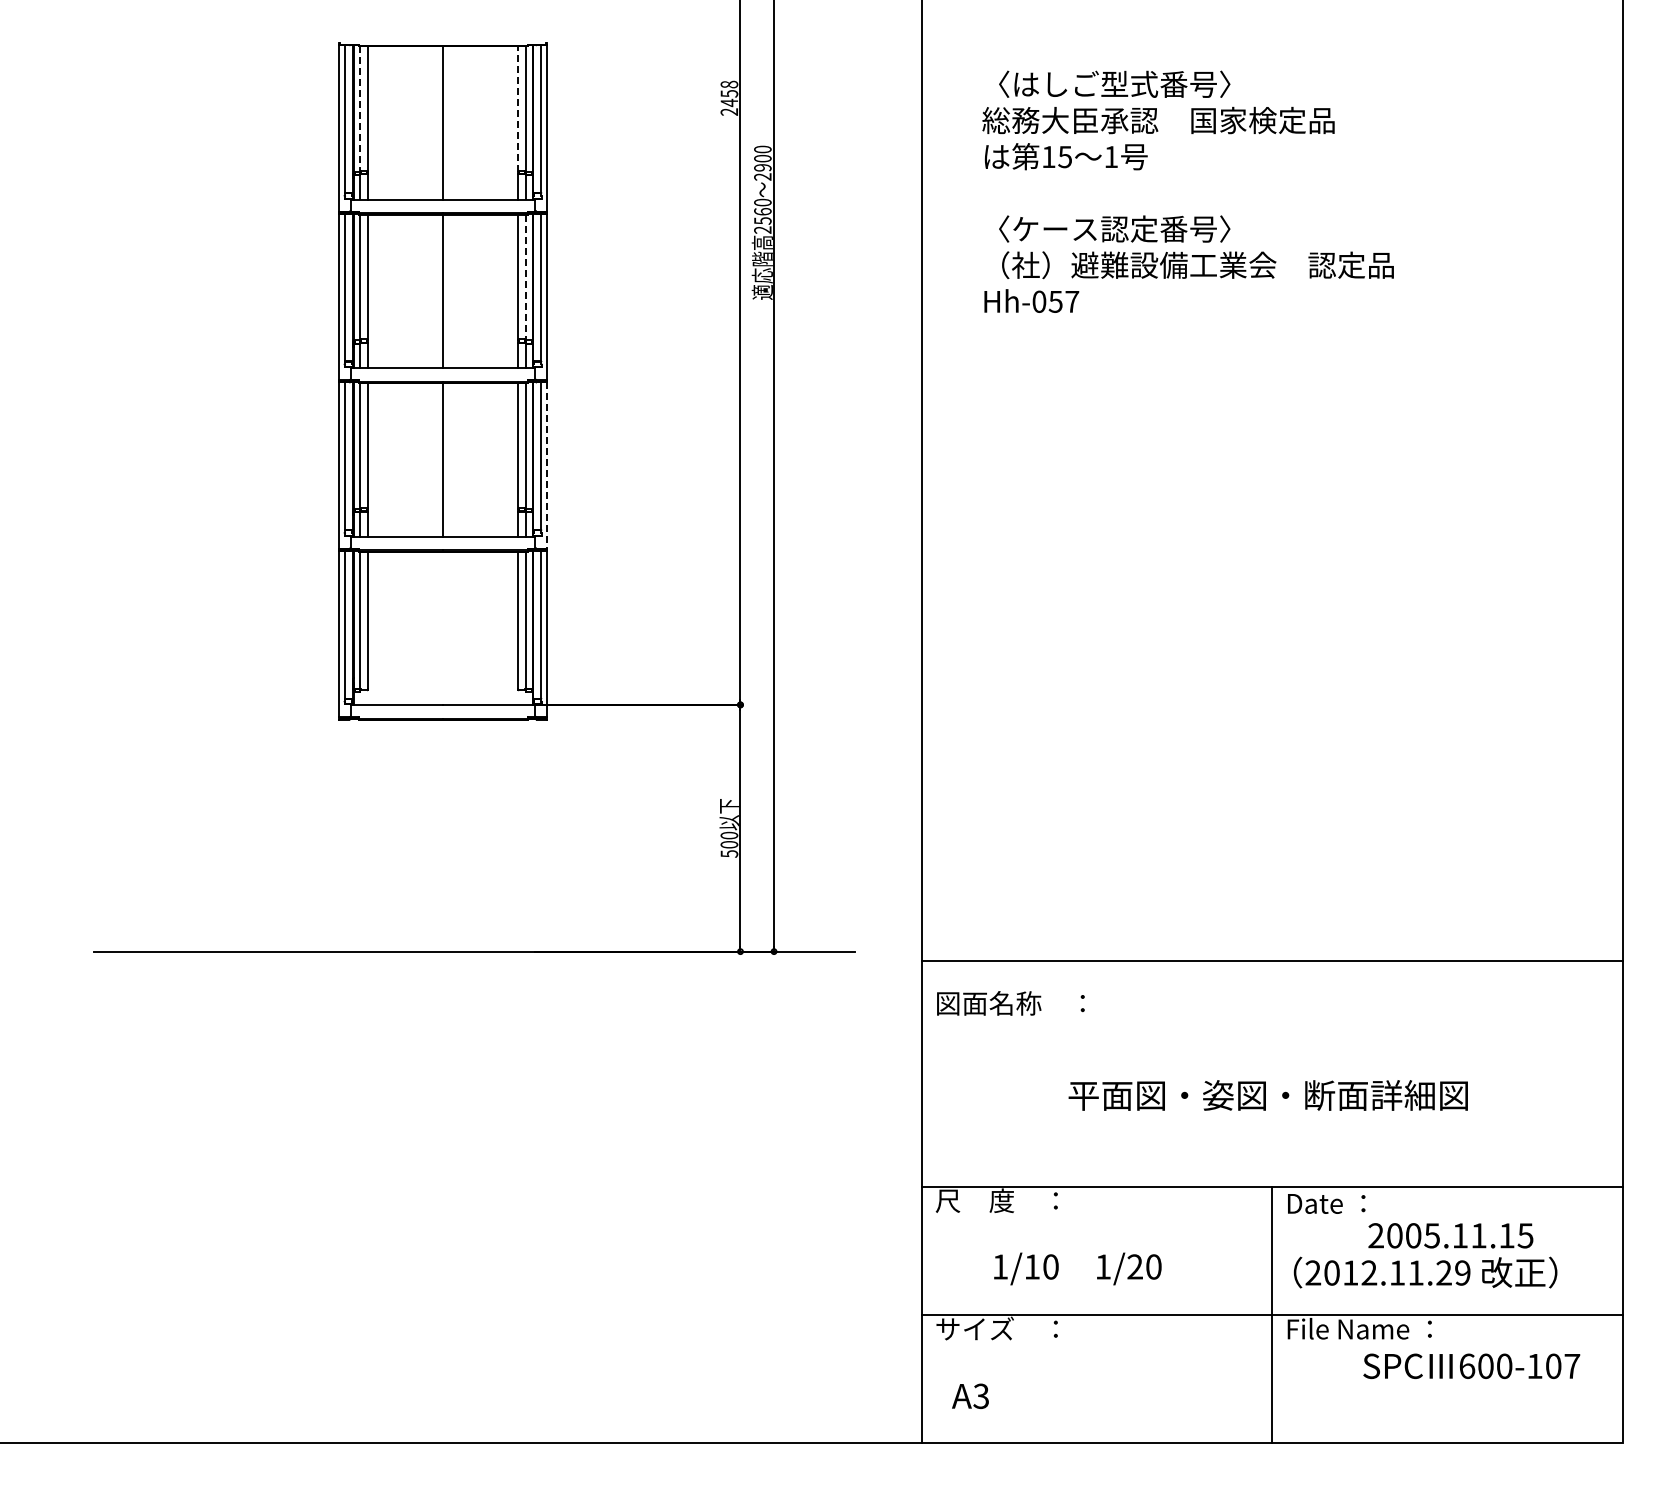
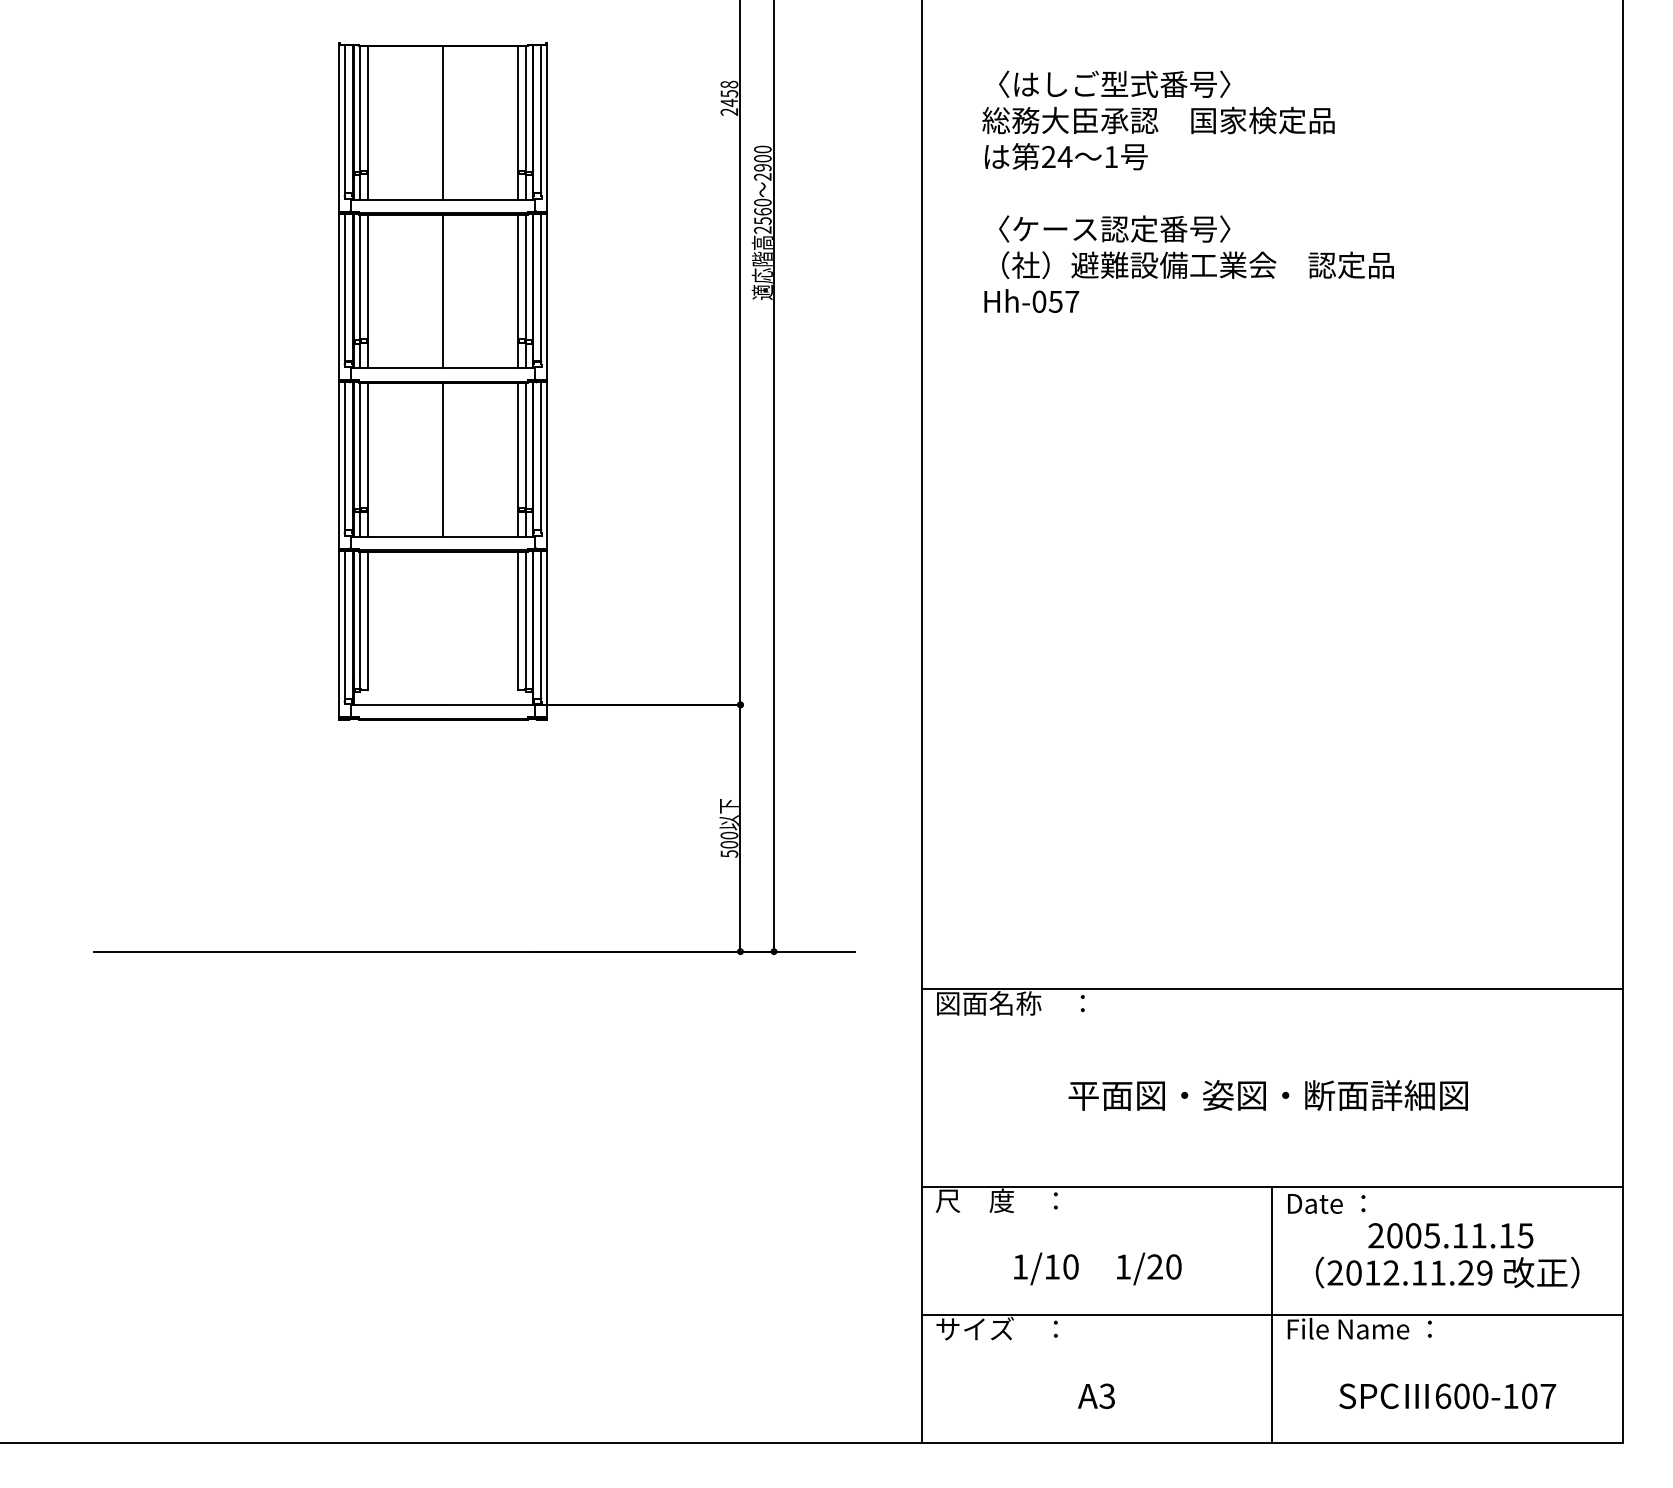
line at (360, 108): dashed -> solid
line at (518, 108): dashed -> solid
text at (1057, 156): 15 -> 24
line at (526, 277): dashed -> solid
line at (547, 466): dashed -> solid
line at (1272, 961) position: (1272, 961) -> (1272, 989)
text at (1077, 1268) position: (1077, 1268) -> (1097, 1268)
text at (1425, 1272) position: (1425, 1272) -> (1447, 1272)
text at (1471, 1365) position: (1471, 1365) -> (1447, 1395)
text at (970, 1395) position: (970, 1395) -> (1096, 1395)
